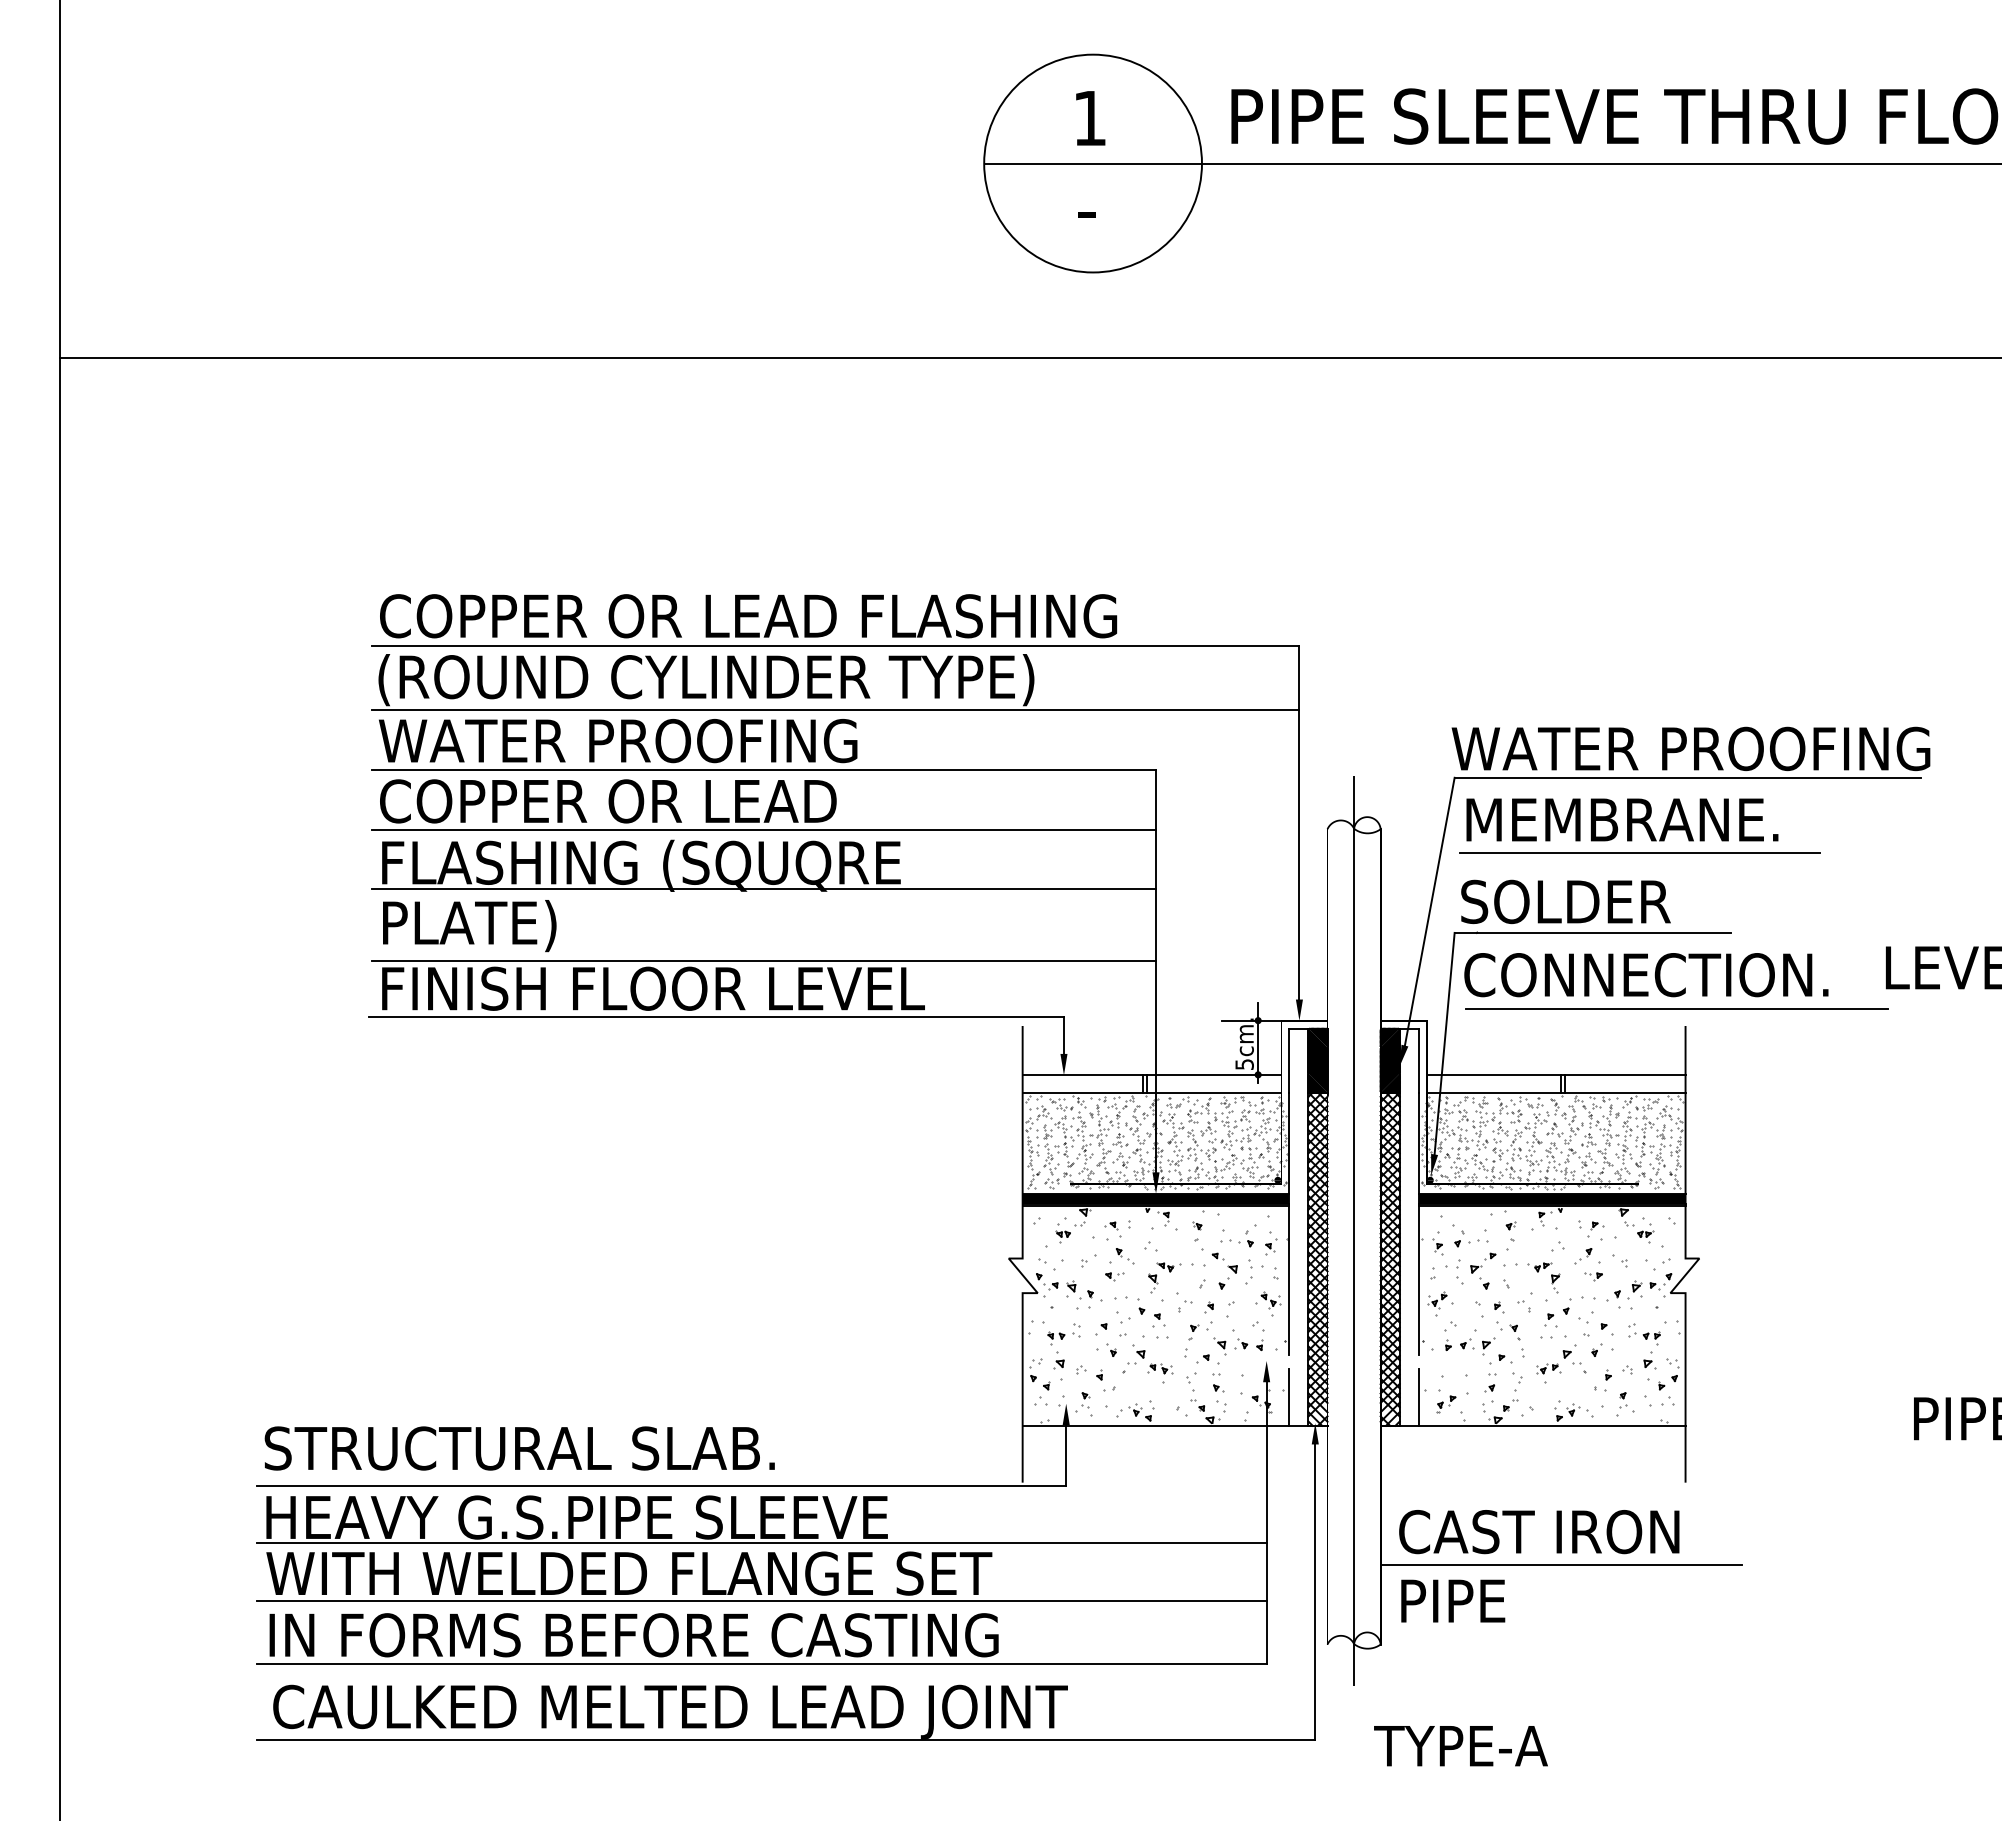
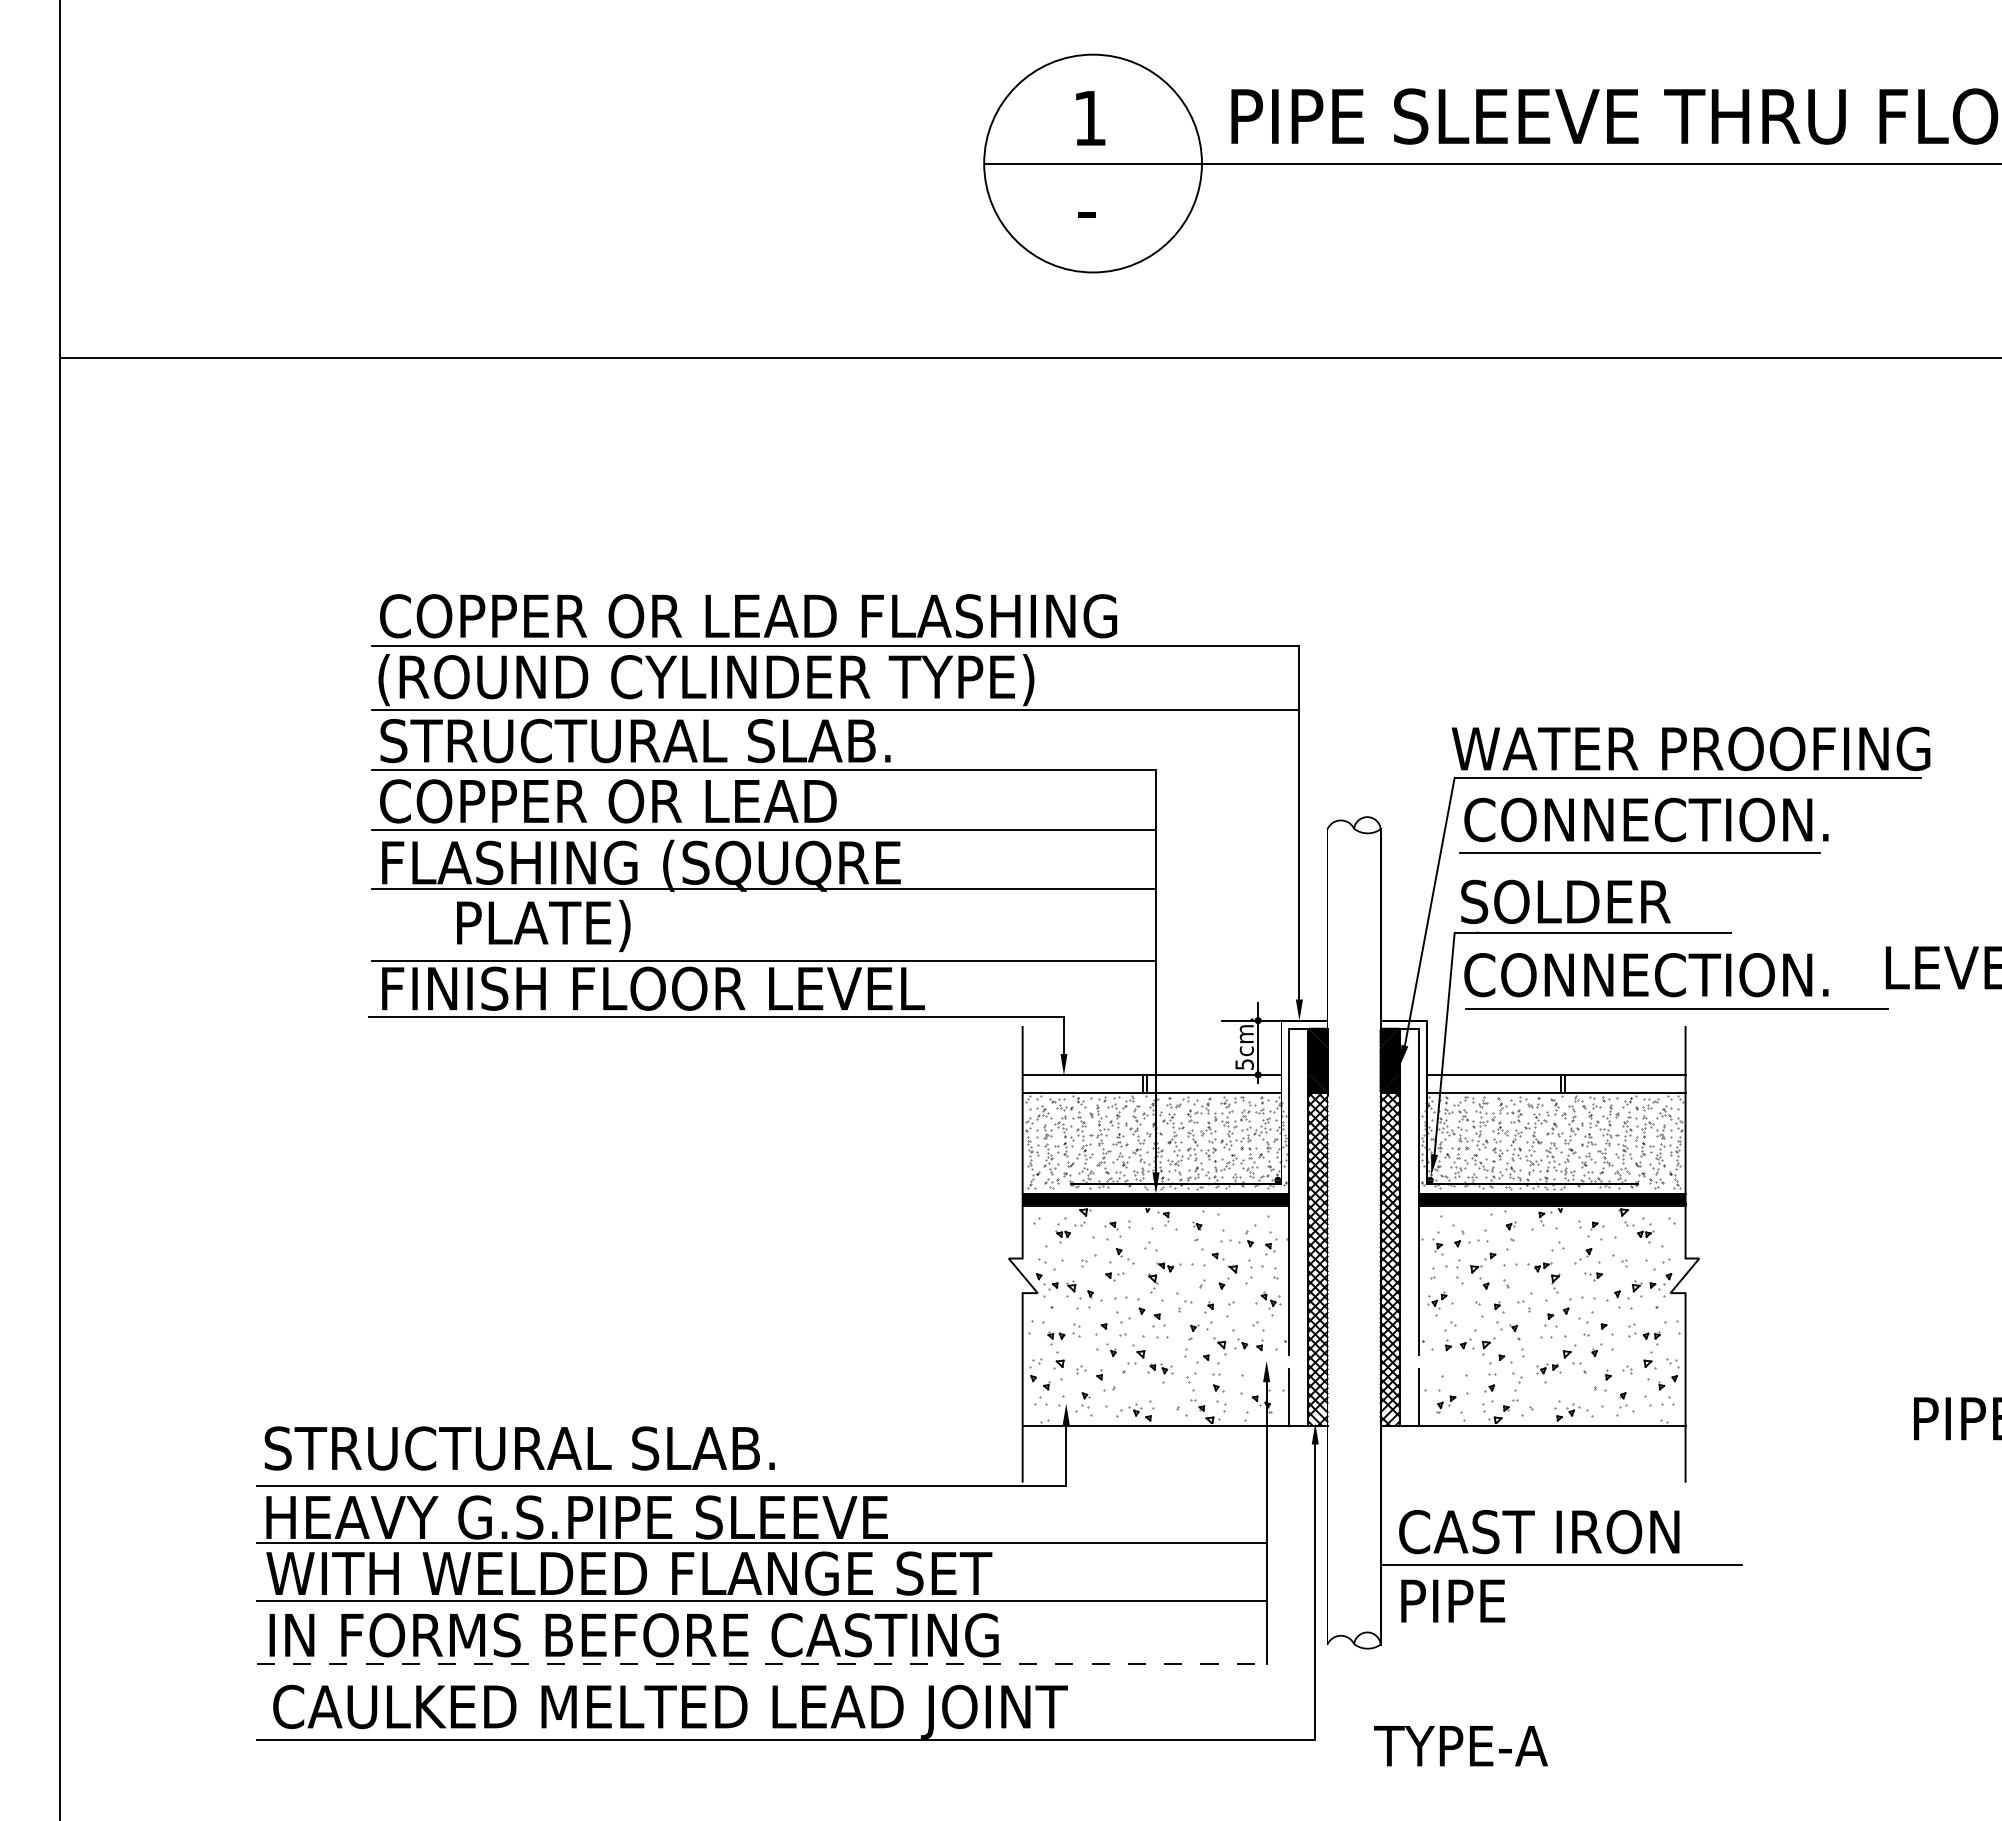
text at (634, 740): WATER PROOFING -> STRUCTURAL SLAB.
text at (1646, 819): MEMBRANE. -> CONNECTION.
text at (469, 926) position: (469, 926) -> (543, 926)
line at (1354, 1230): present -> none
line at (762, 1663): solid -> dashed
